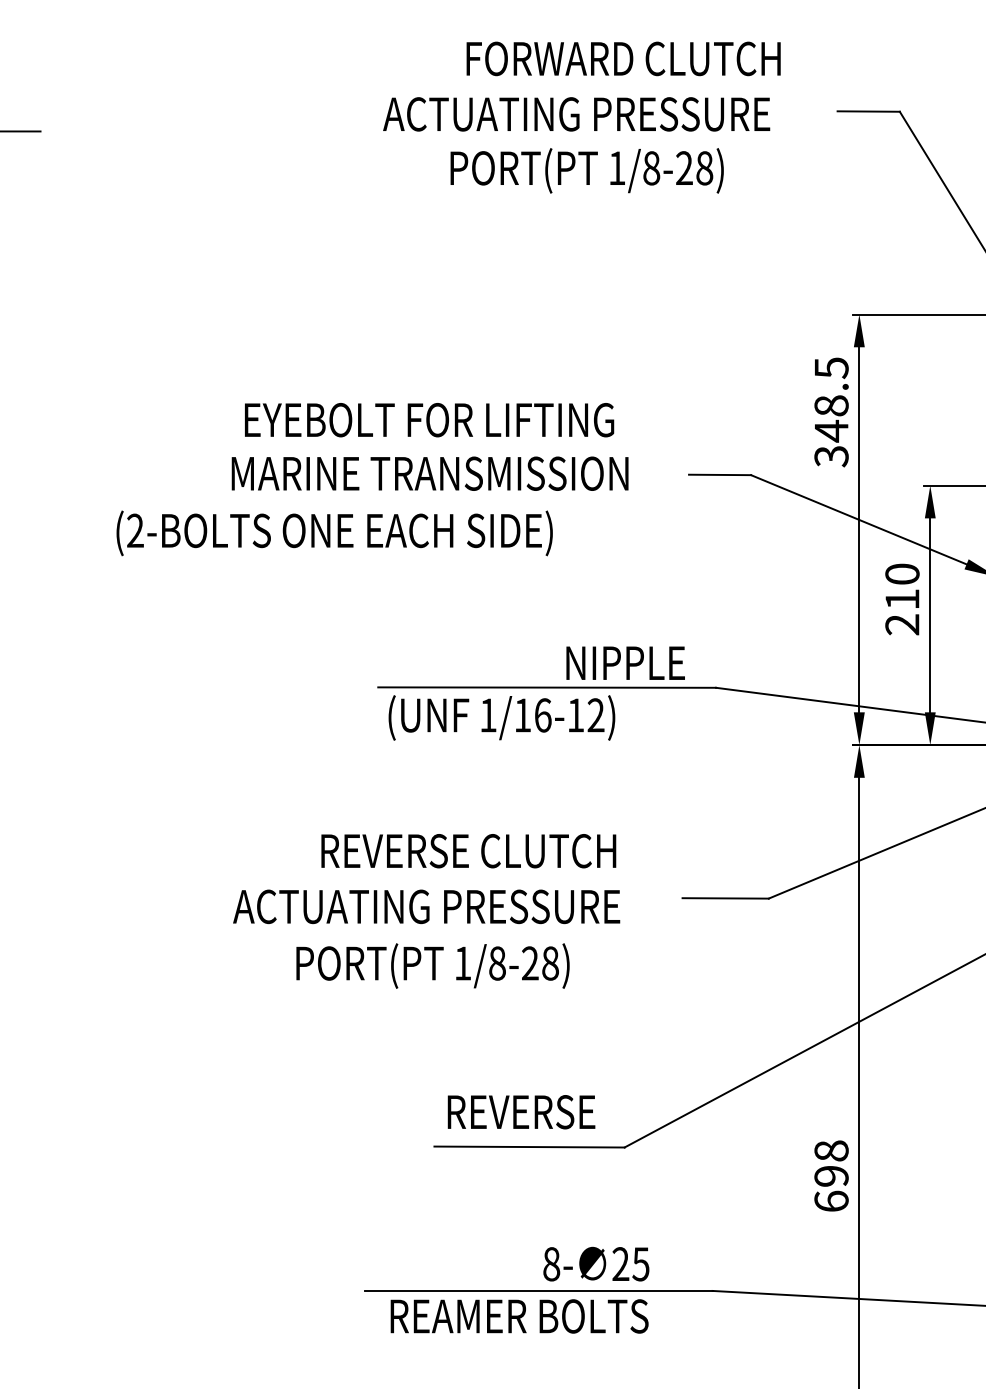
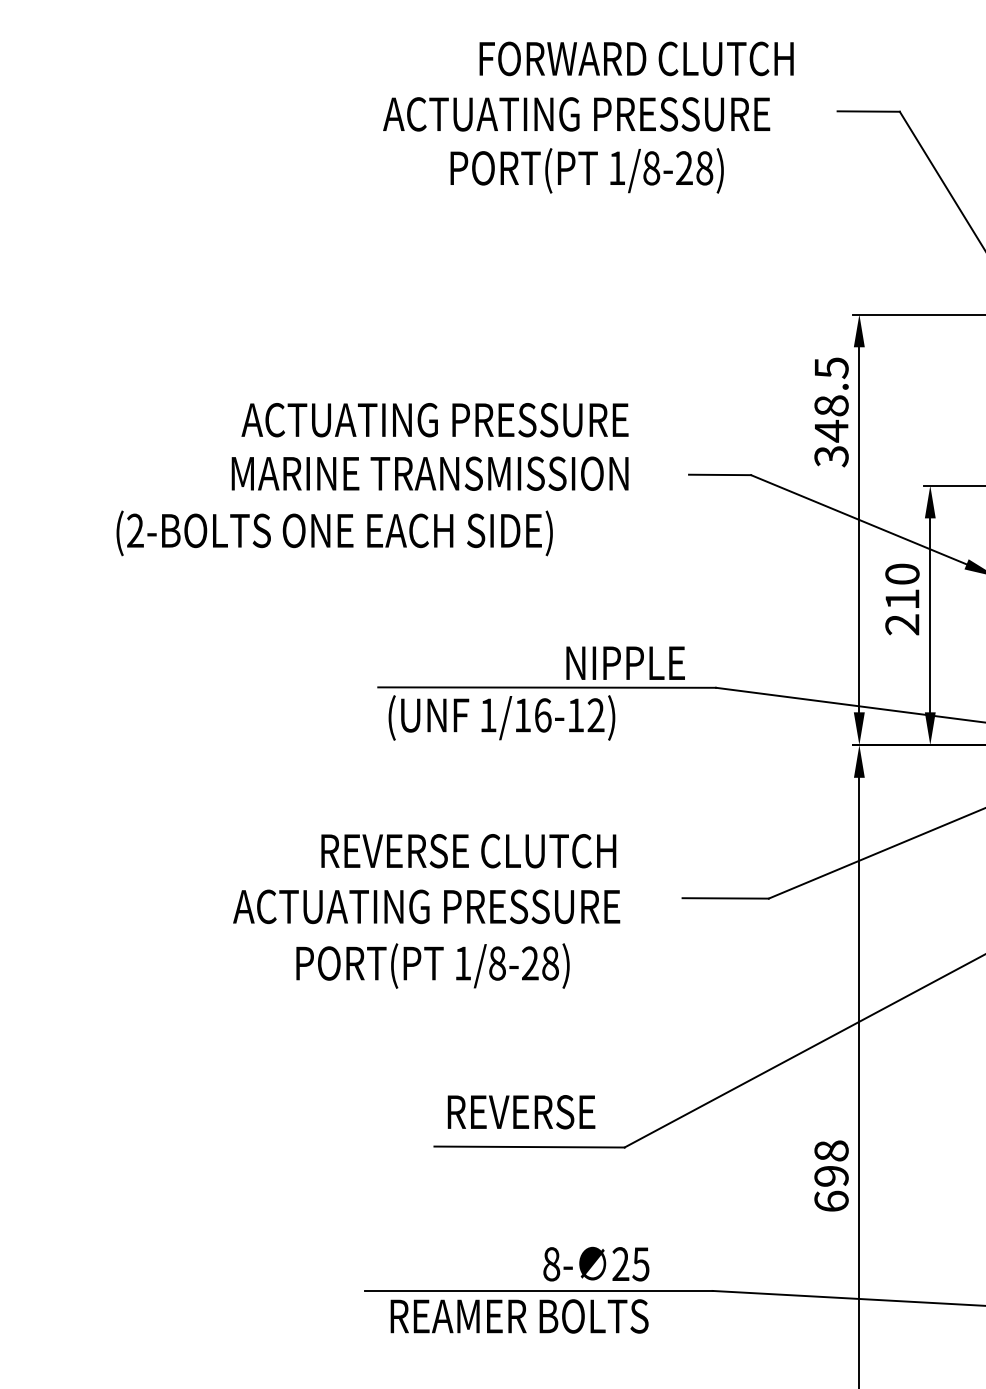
text at (623, 58) position: (623, 58) -> (636, 58)
line at (21, 131): present -> none
text at (434, 420): EYEBOLT FOR LIFTING -> ACTUATING PRESSURE
